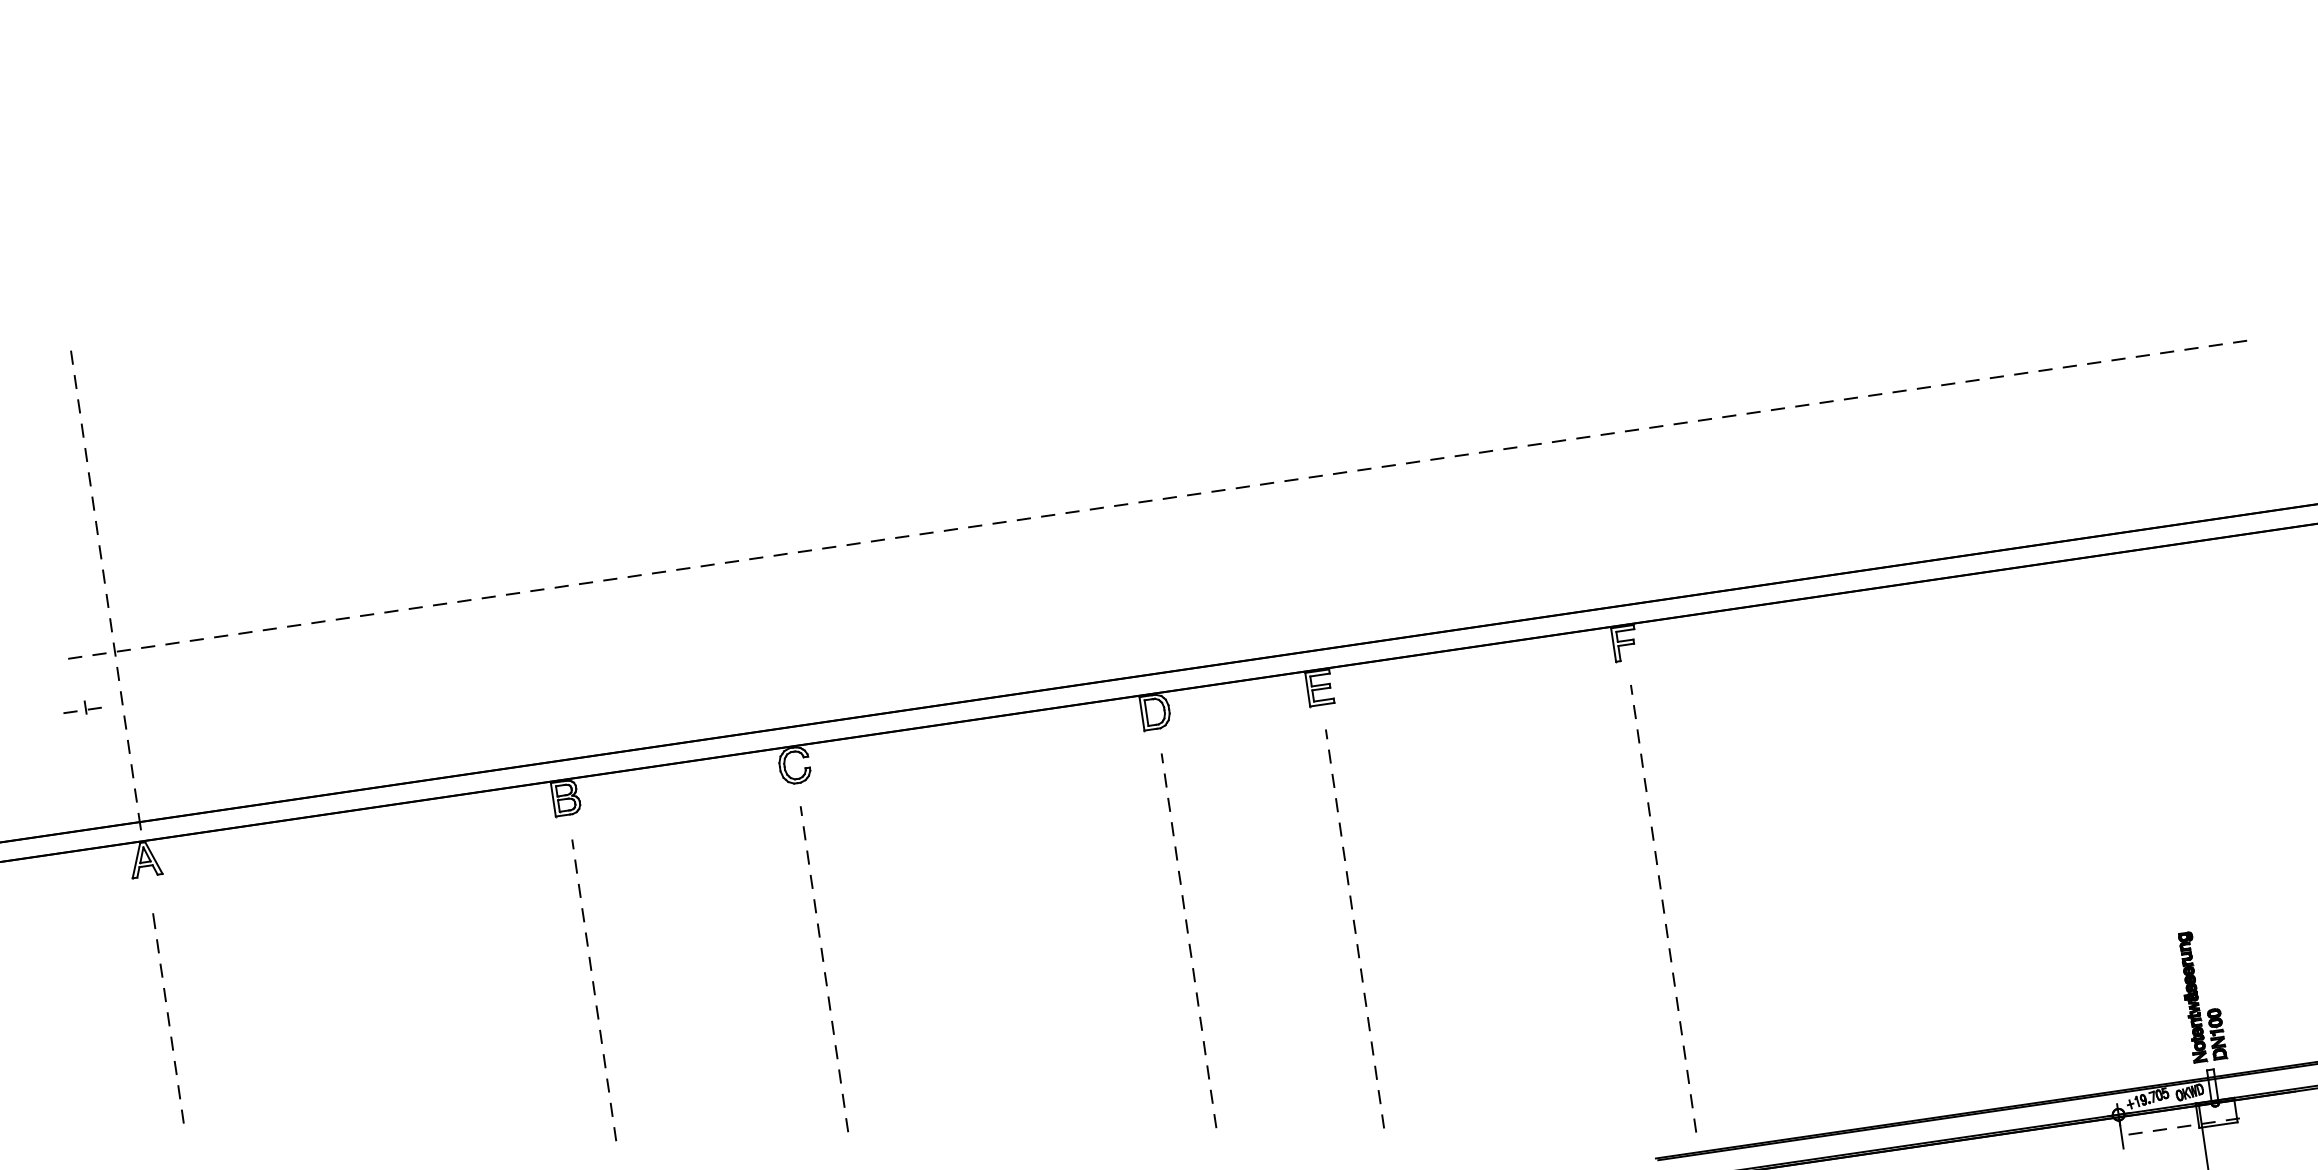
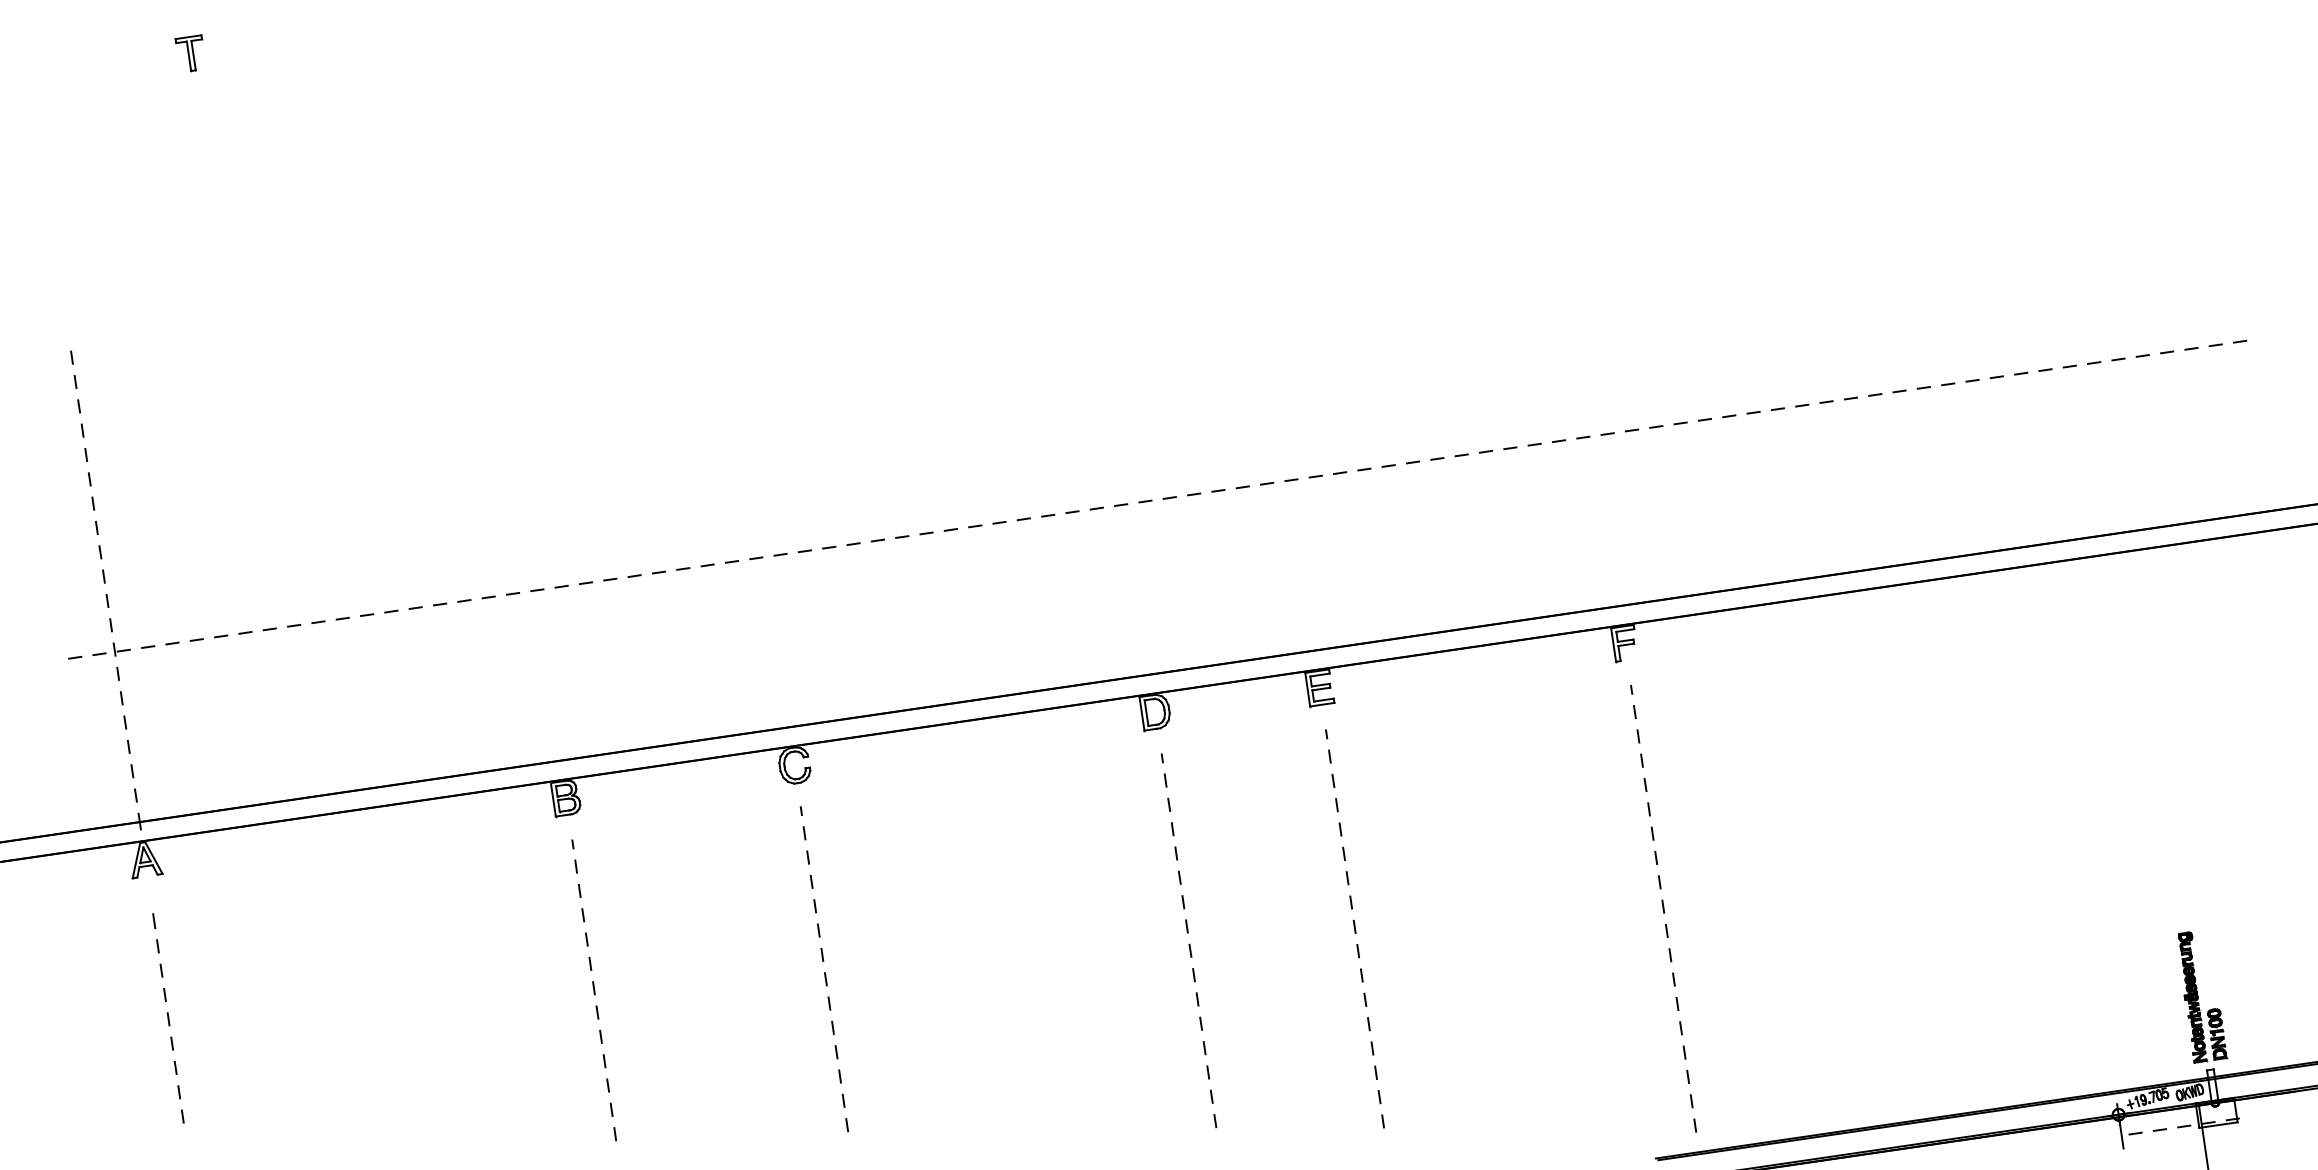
part at (188, 53): none -> present
part at (82, 707): present -> none
